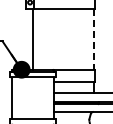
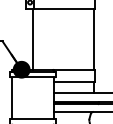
line at (94, 39): dashed -> solid
